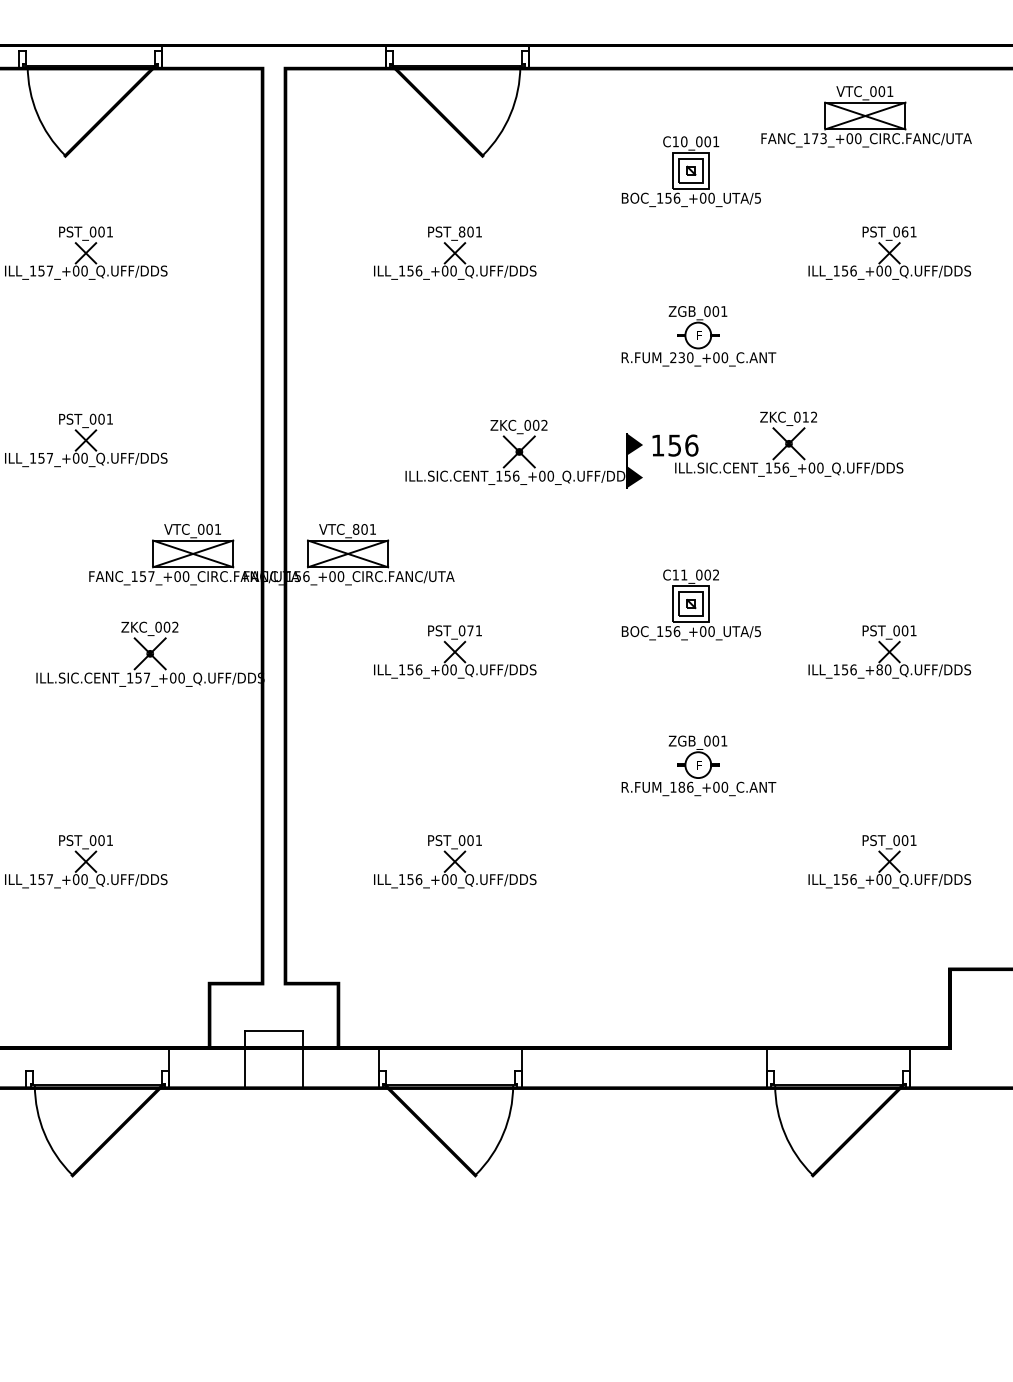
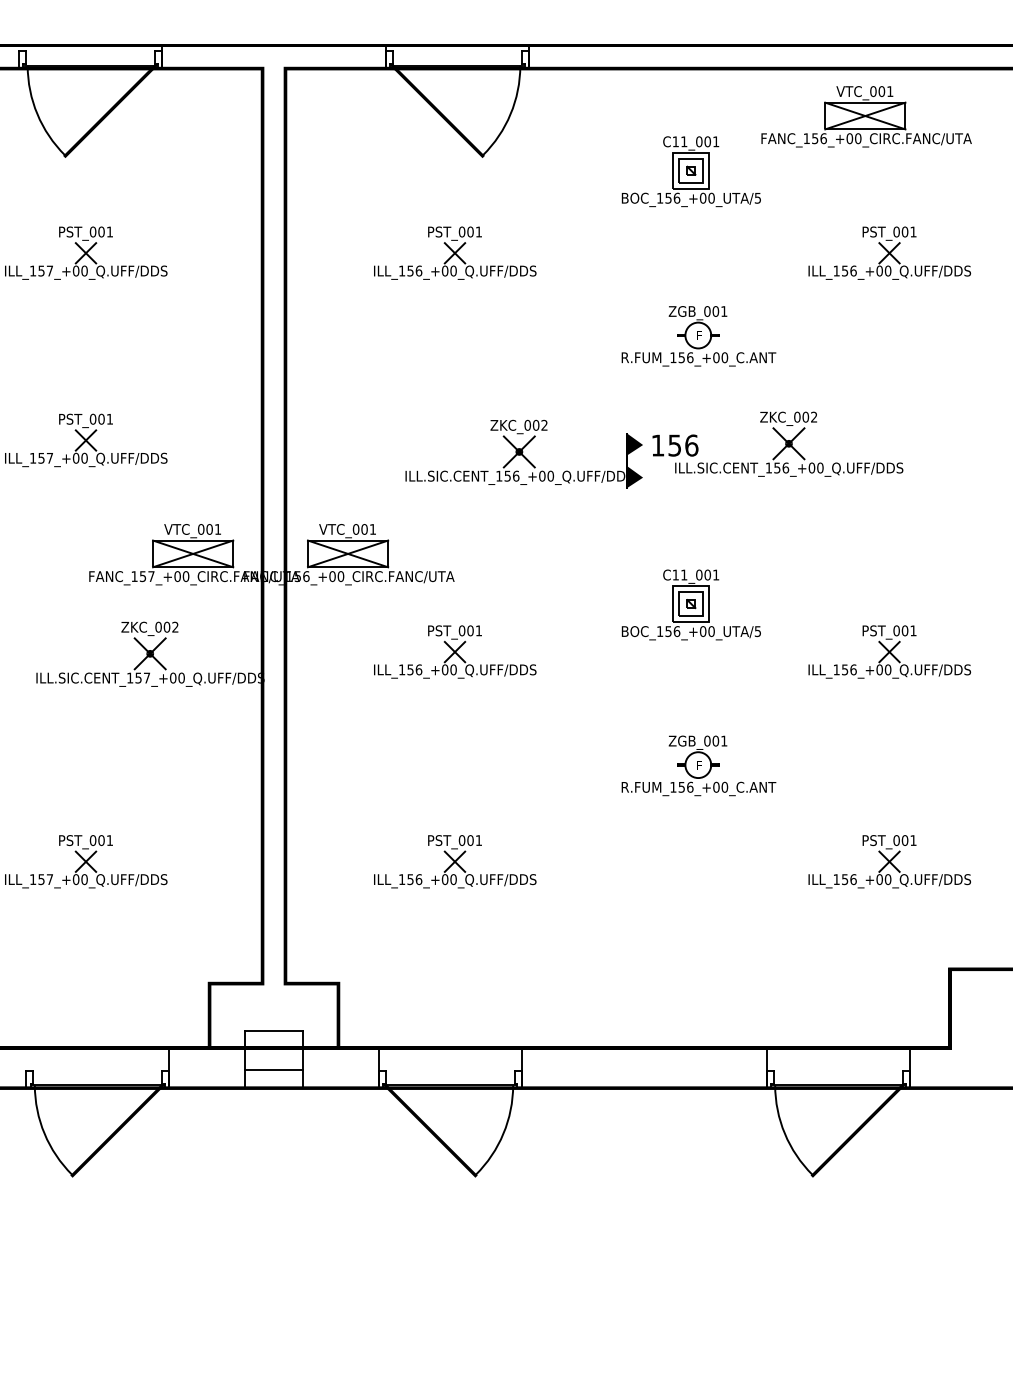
text at (819, 138): FANC_173_+00_CIRC.FANC/UTA -> FANC_156_+00_CIRC.FANC/UTA
text at (684, 141): C10_001 -> C11_001
text at (461, 231): PST_801 -> PST_001
text at (905, 231): PST_061 -> PST_001
text at (681, 357): R.FUM_230_+00_C.ANT -> R.FUM_156_+00_C.ANT
text at (805, 416): ZKC_012 -> ZKC_002
text at (355, 529): VTC_801 -> VTC_001
text at (715, 574): C11_002 -> C11_001
text at (470, 630): PST_071 -> PST_001
text at (879, 669): ILL_156_+80_Q.UFF/DDS -> ILL_156_+00_Q.UFF/DDS
text at (681, 786): R.FUM_186_+00_C.ANT -> R.FUM_156_+00_C.ANT
line at (273, 1069): none -> present
